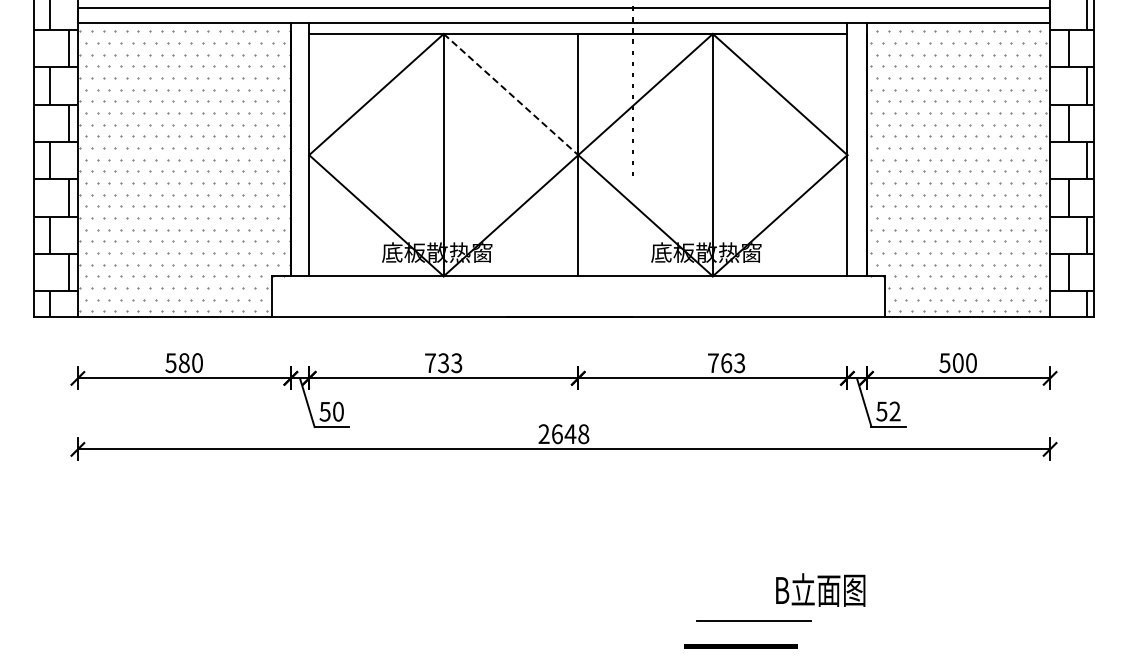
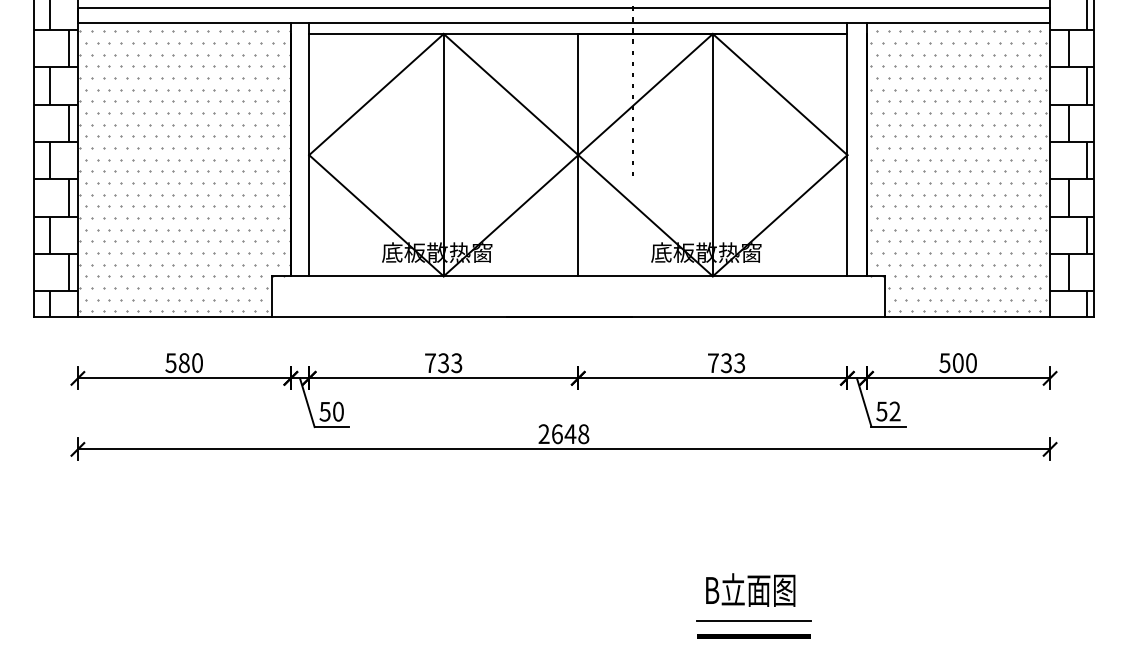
line at (511, 94): dashed -> solid
text at (726, 363): 763 -> 733
text at (820, 589) position: (820, 589) -> (750, 589)
line at (740, 646) position: (740, 646) -> (753, 636)
